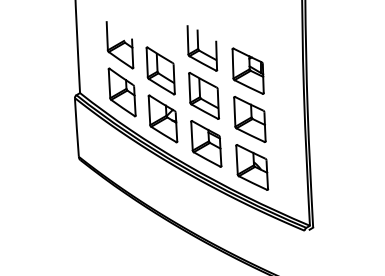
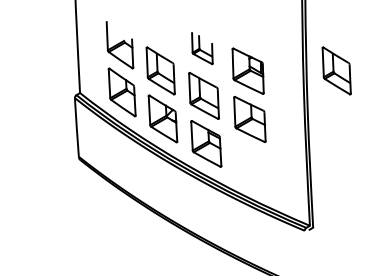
part at (202, 48) size: 33x47 px -> 23x34 px
part at (336, 70): none -> present
part at (252, 167): present -> none
